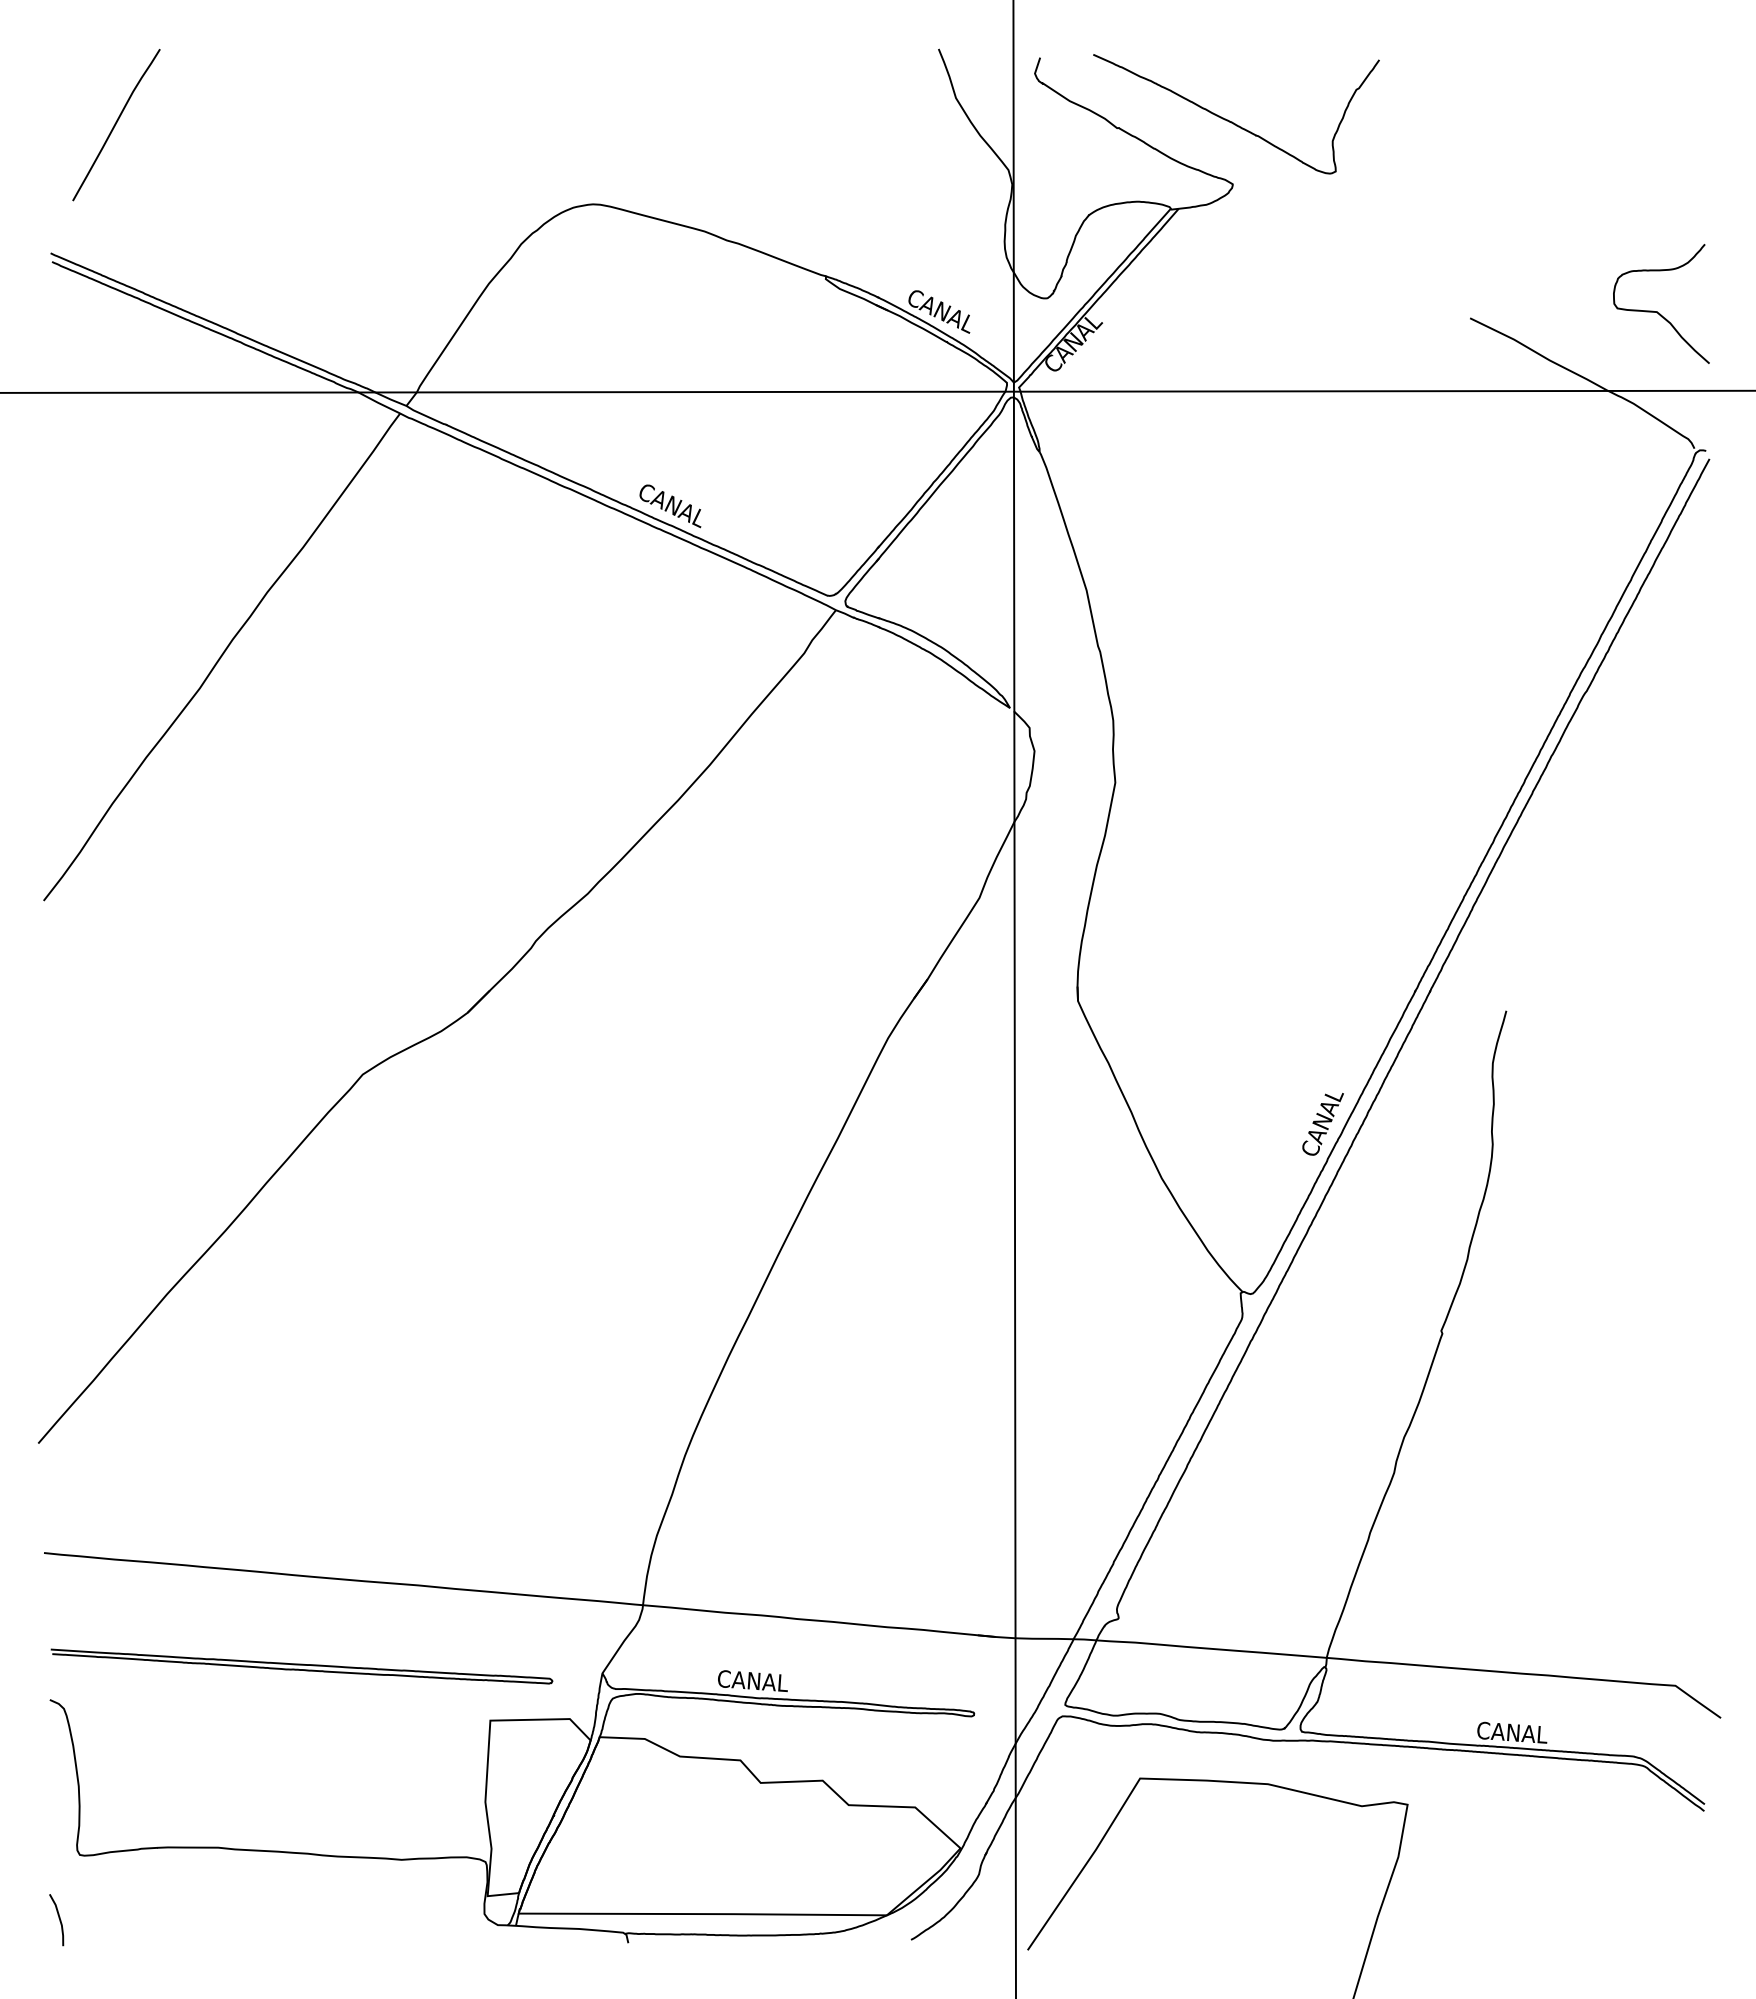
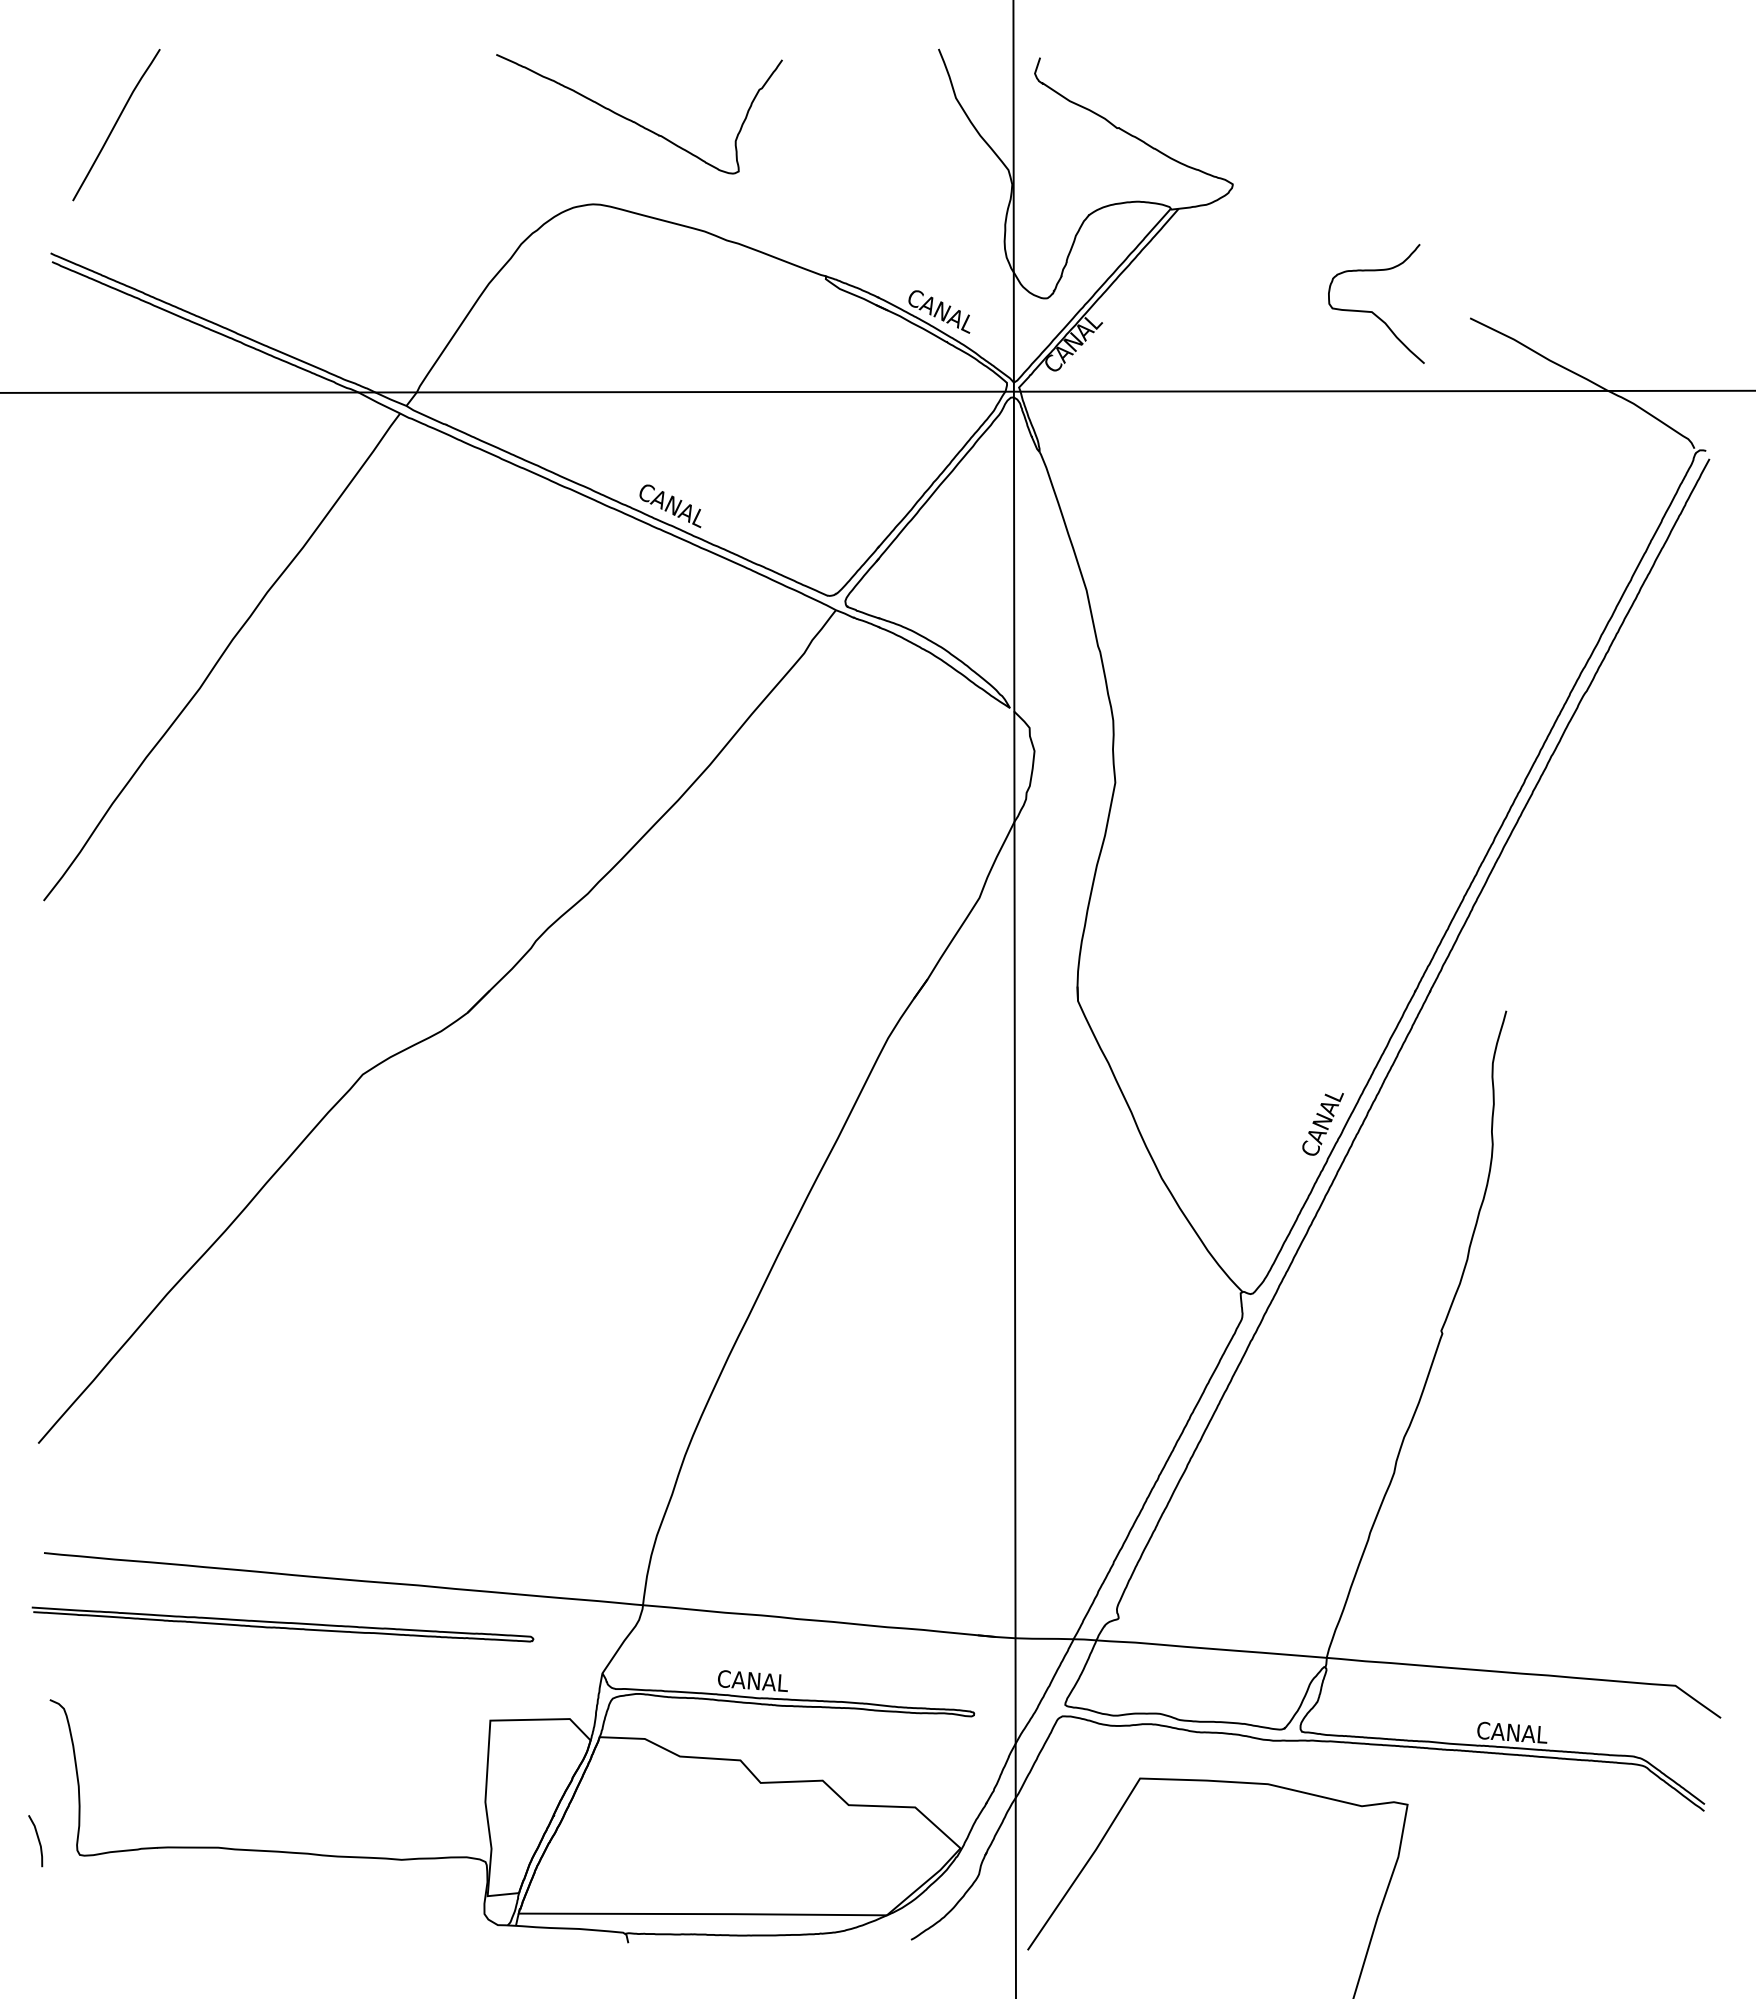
curve at (1232, 121) position: (1232, 121) -> (635, 121)
curve at (1657, 311) position: (1657, 311) -> (1372, 311)
curve at (301, 1665) position: (301, 1665) -> (282, 1623)
curve at (58, 1918) position: (58, 1918) -> (37, 1839)
